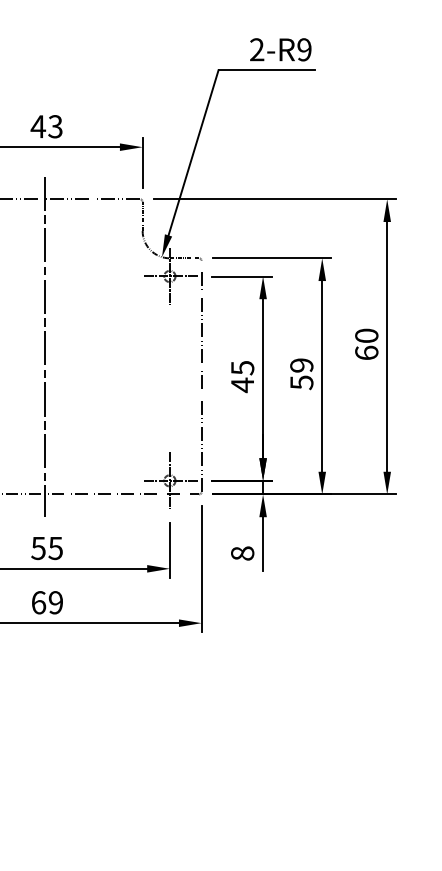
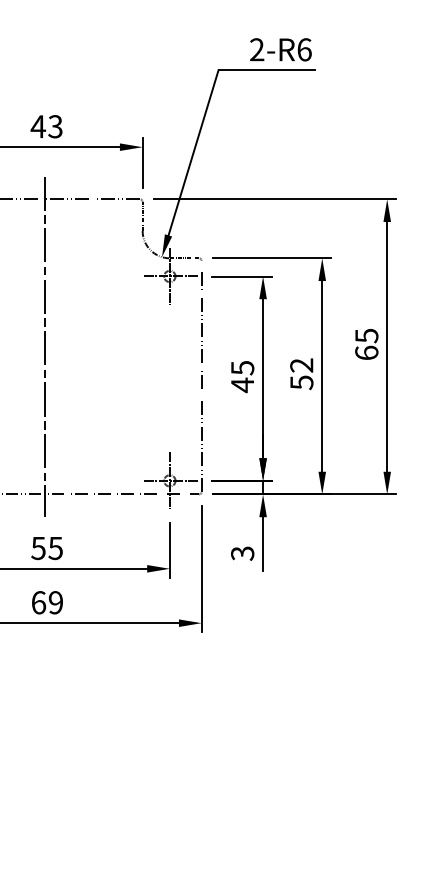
text at (304, 49): 2-R9 -> 2-R6
text at (366, 335): 60 -> 65
text at (301, 365): 59 -> 52
text at (242, 553): 8 -> 3
